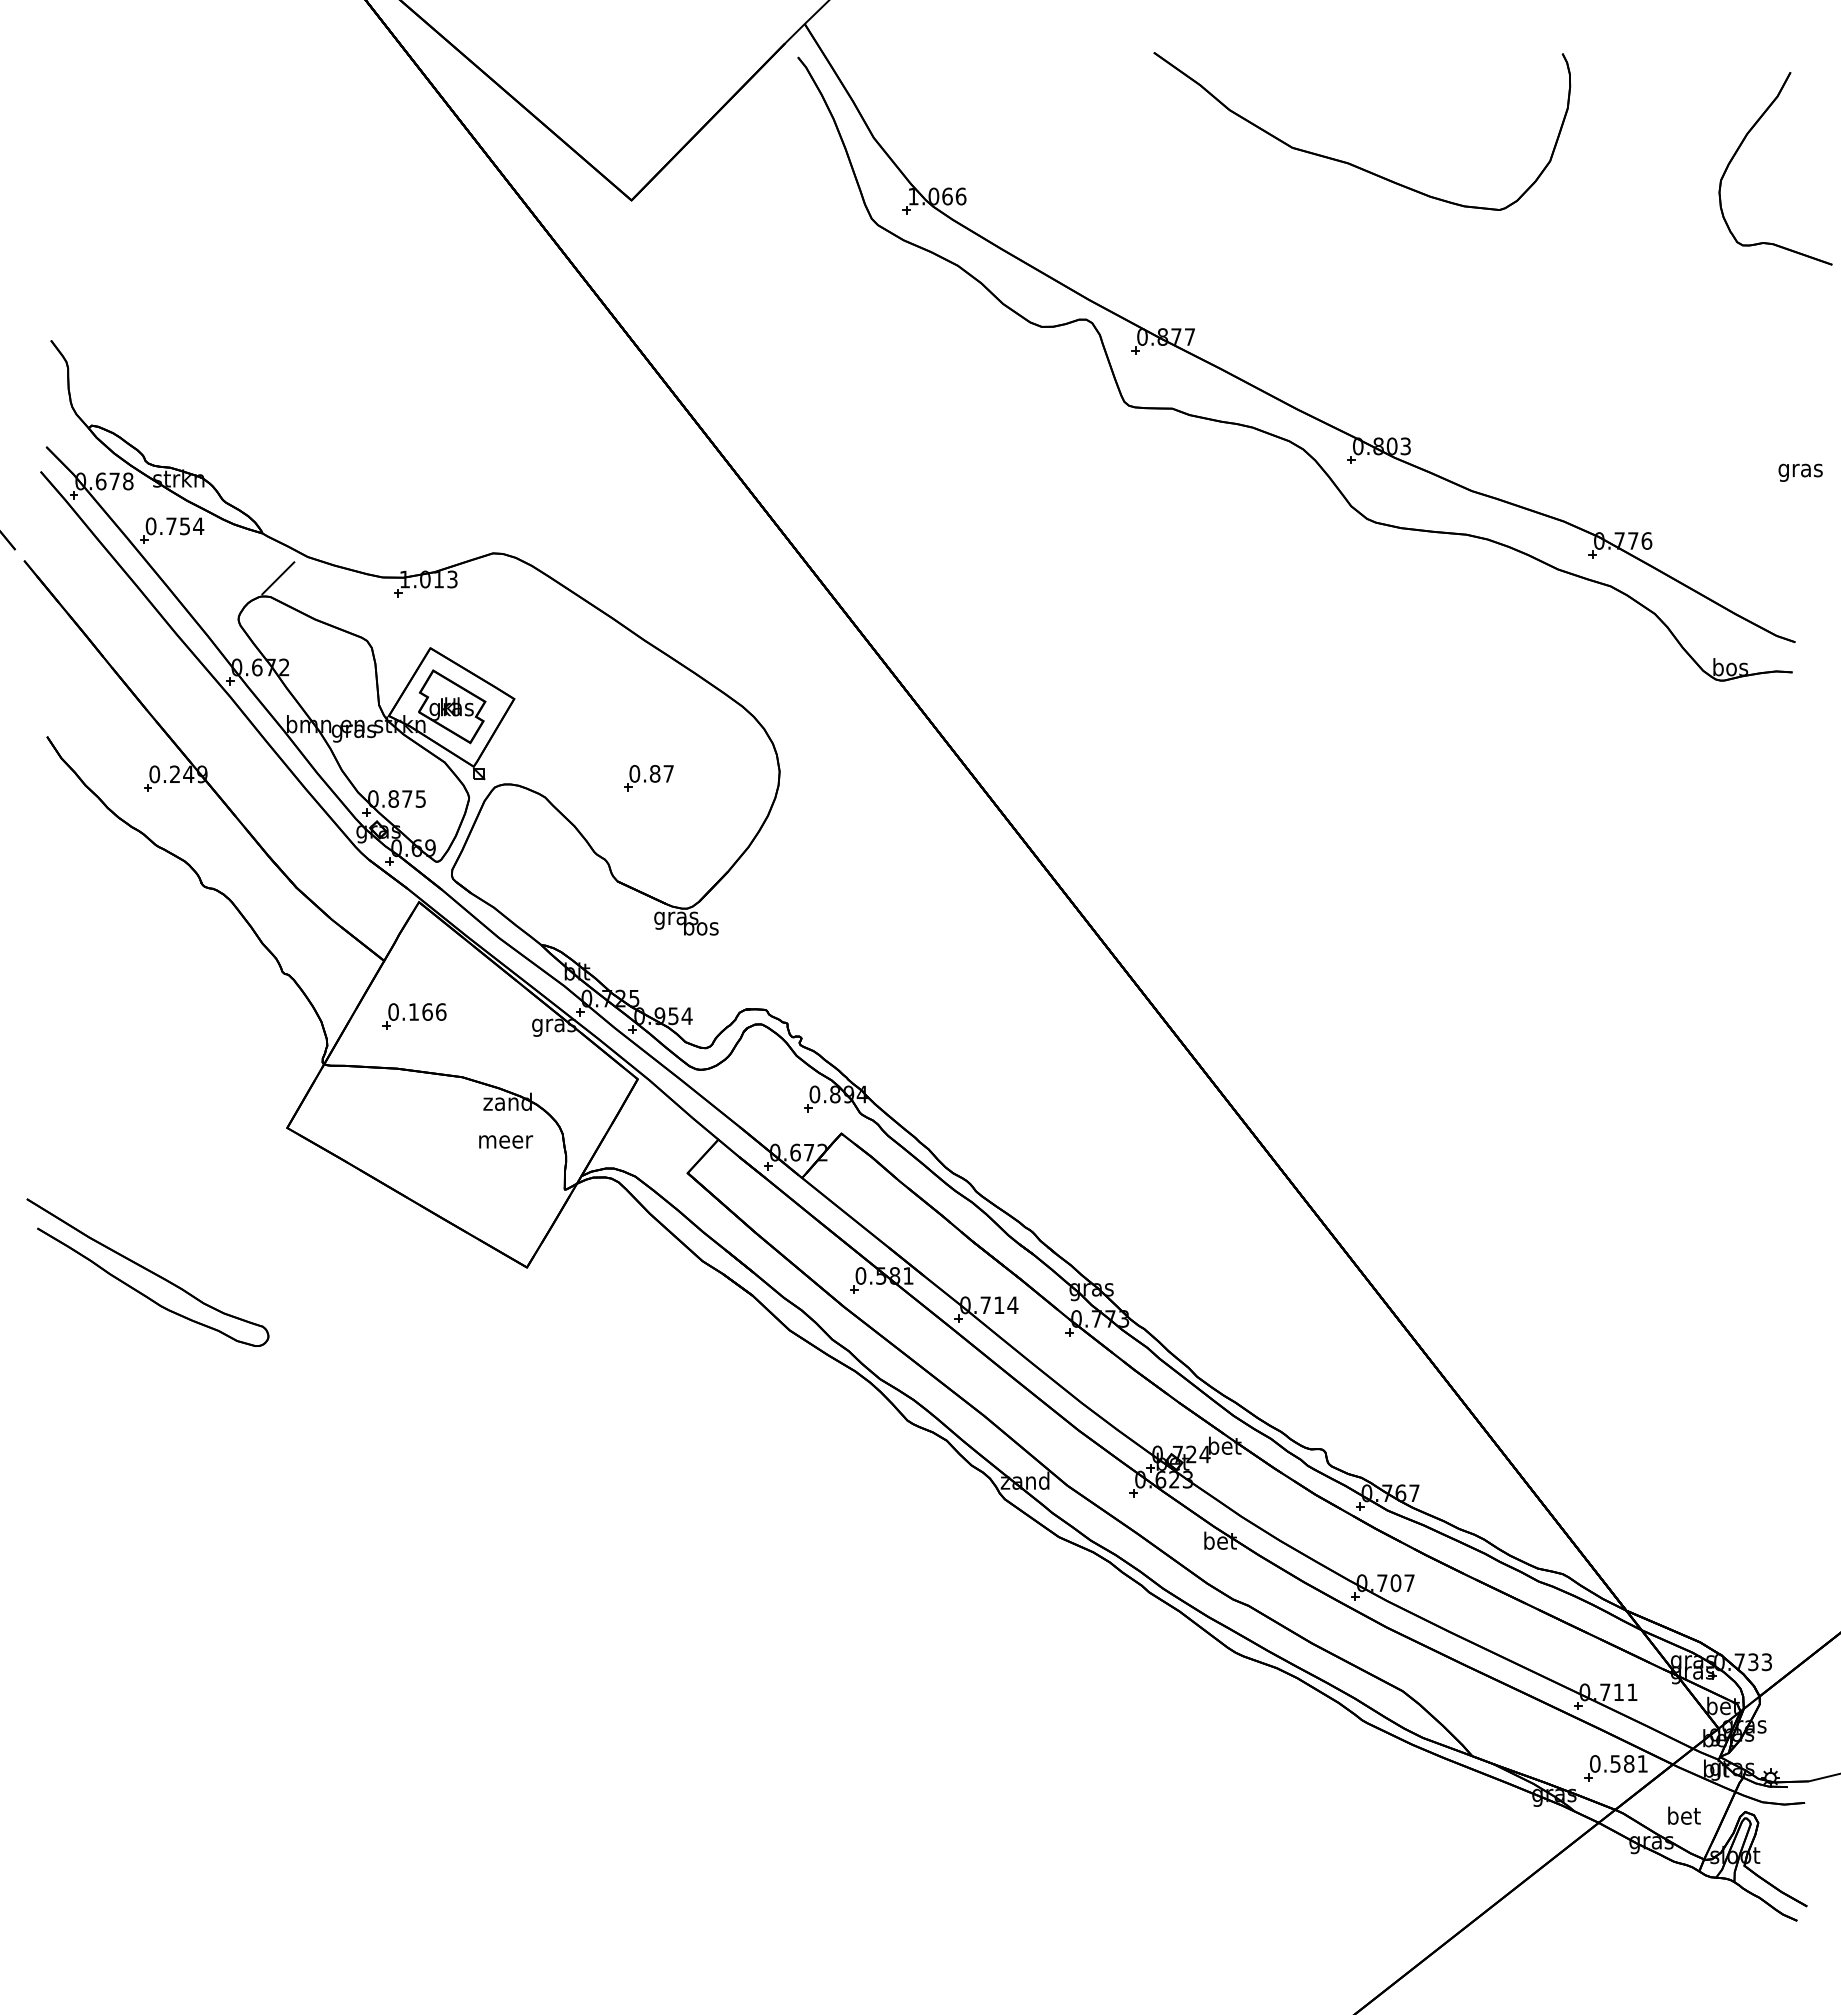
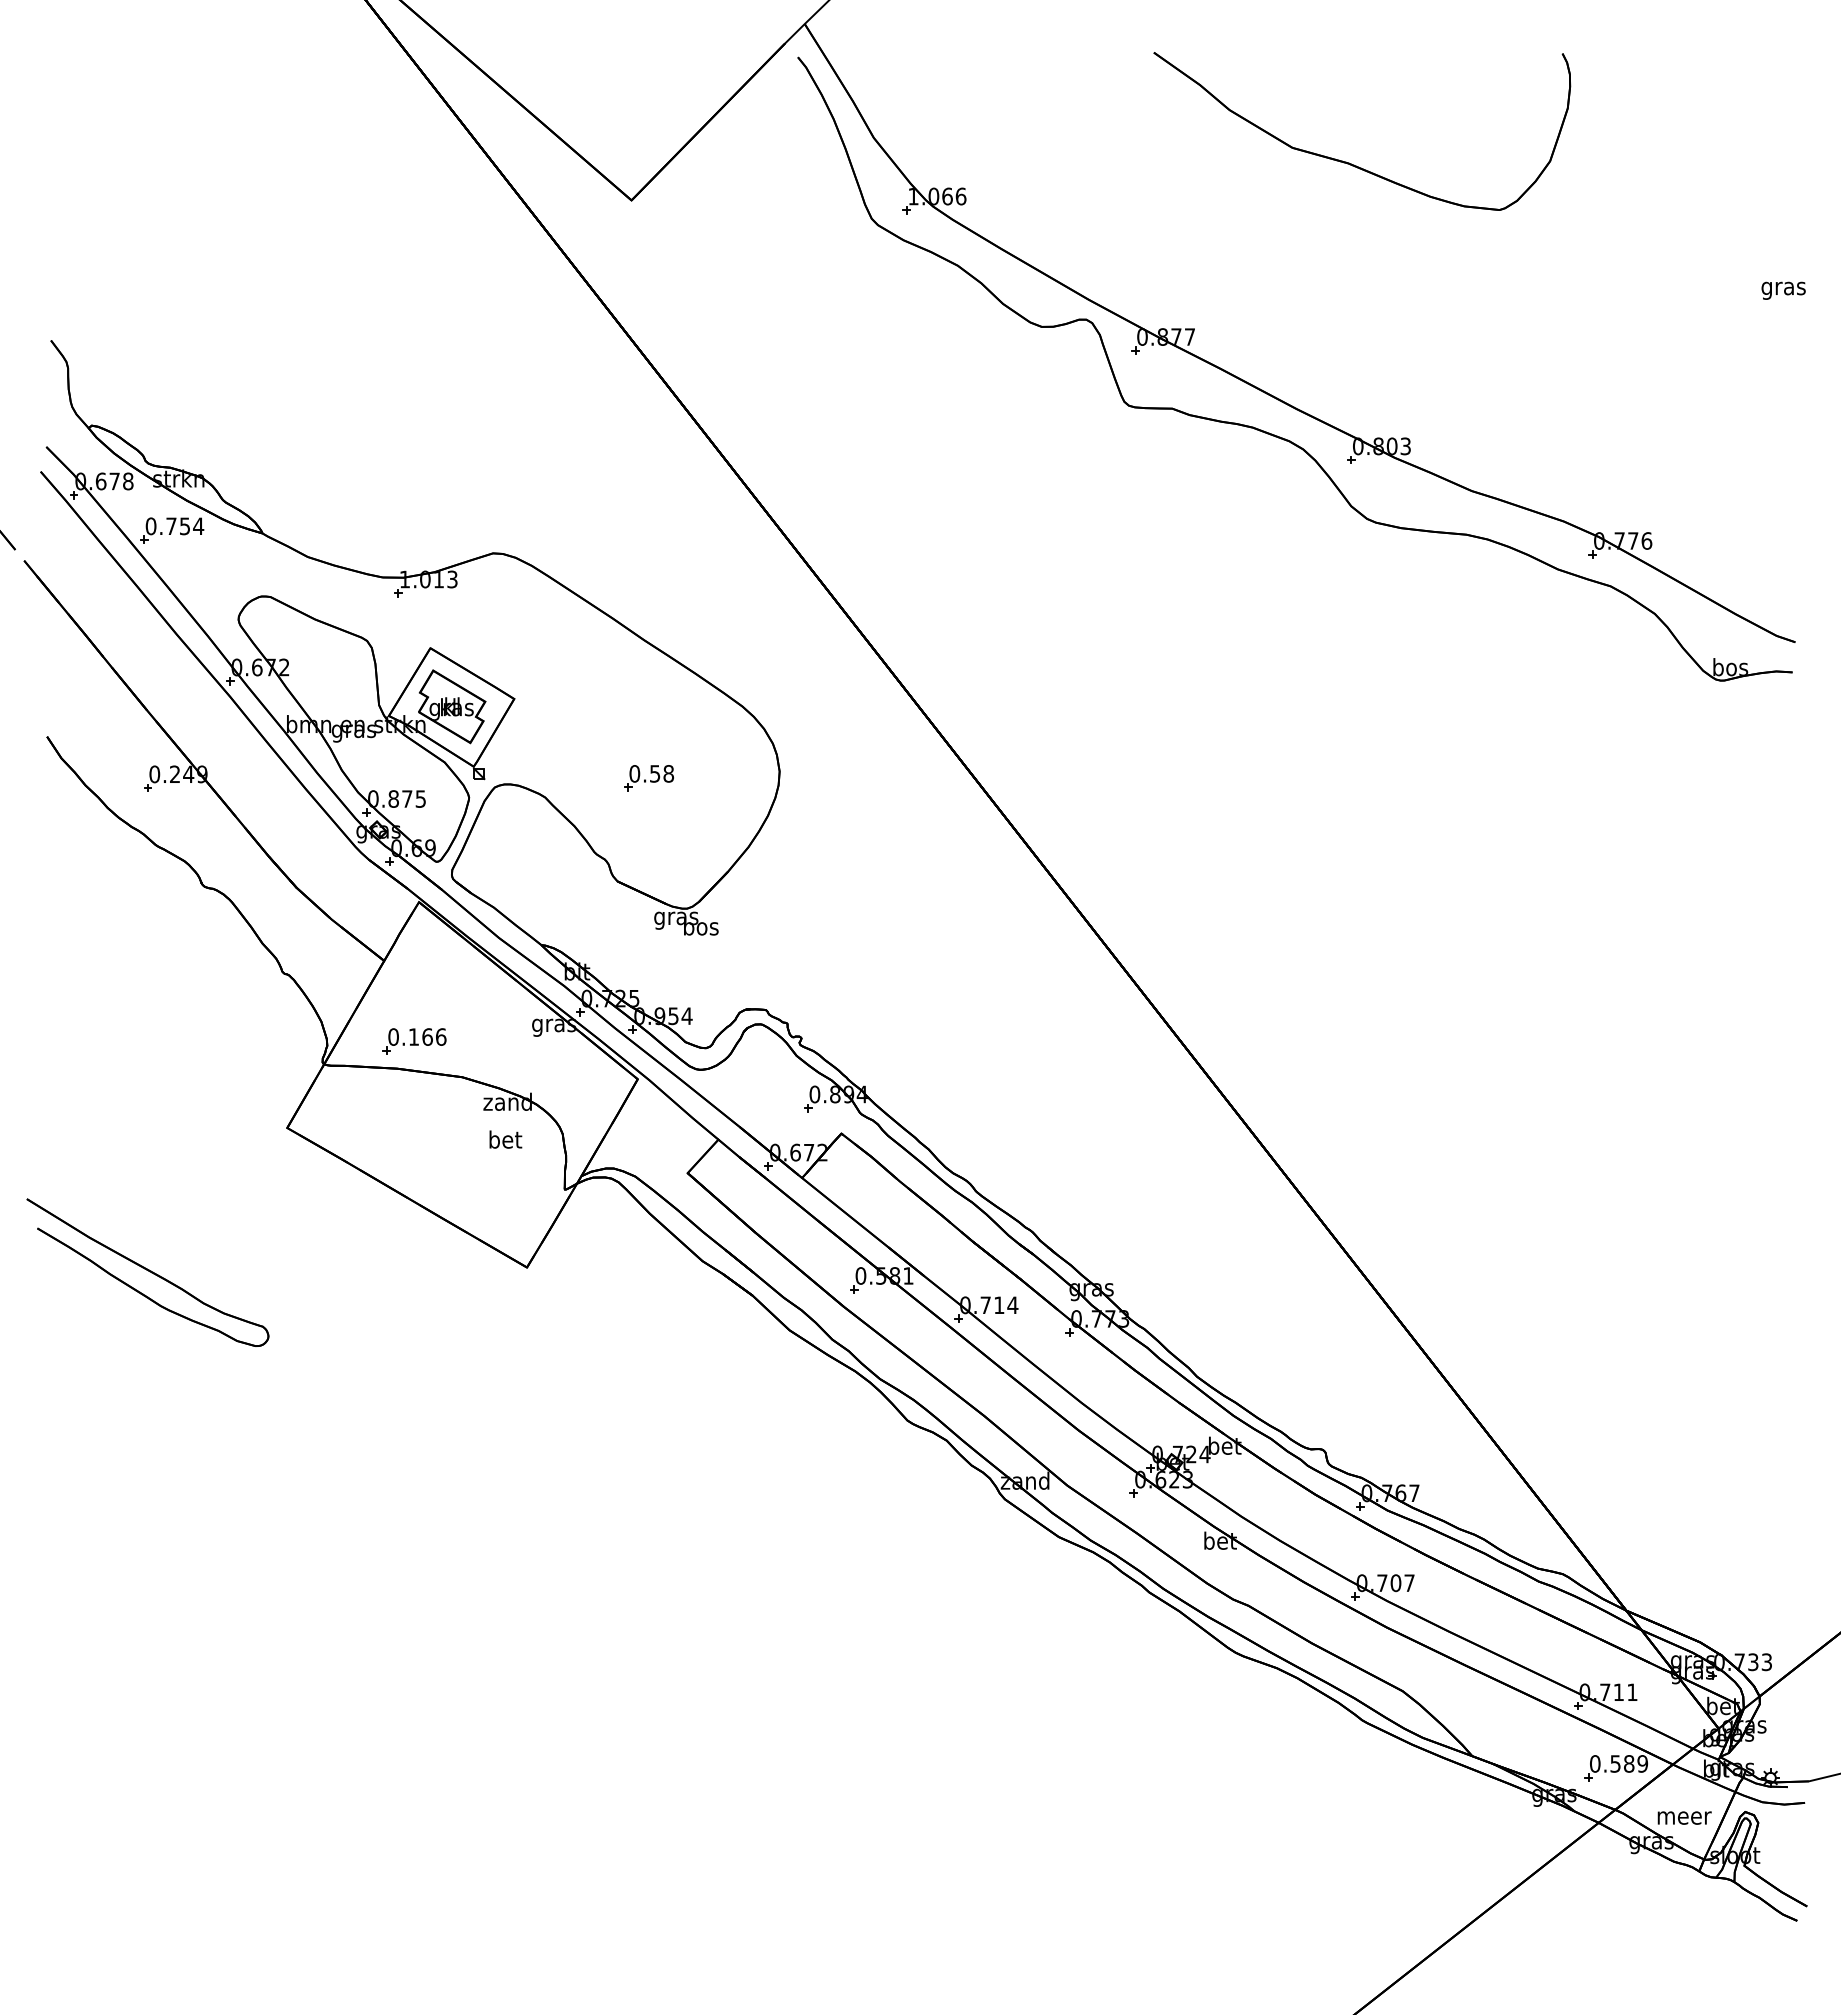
part at (1740, 147): present -> none
text at (1800, 472) position: (1800, 472) -> (1783, 290)
line at (278, 578): present -> none
text at (662, 773): 0.87 -> 0.58
part at (414, 1016) position: (414, 1016) -> (414, 1041)
text at (506, 1139): meer -> bet
text at (1642, 1763): 0.581 -> 0.589
text at (1684, 1815): bet -> meer
